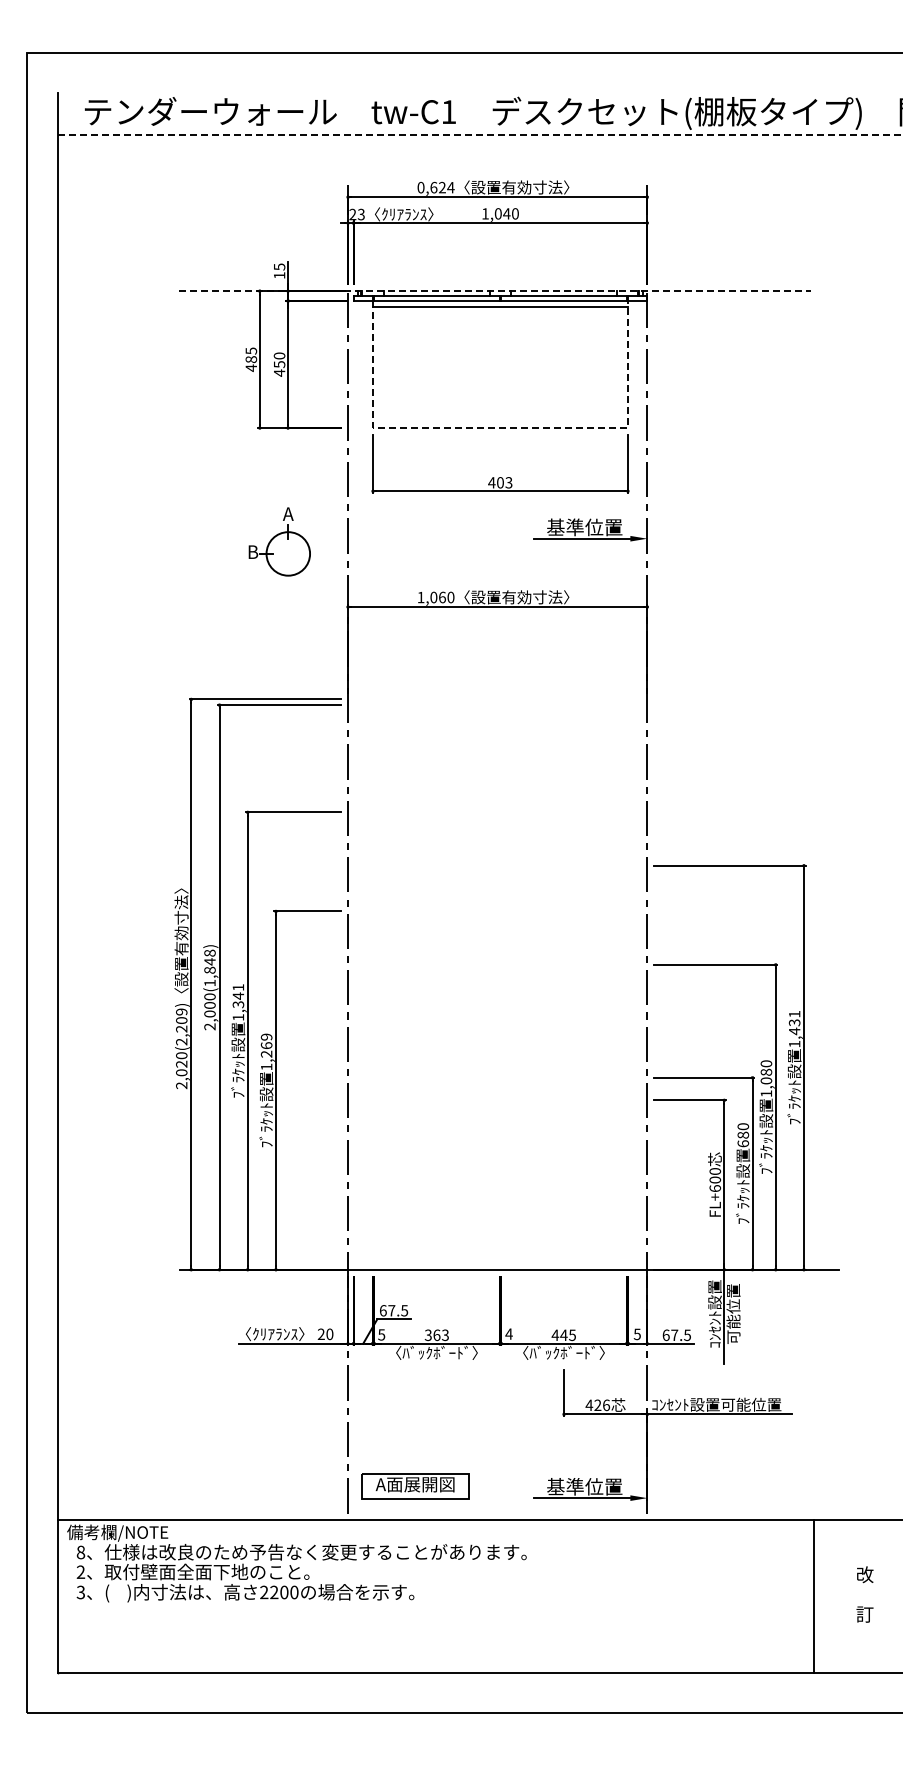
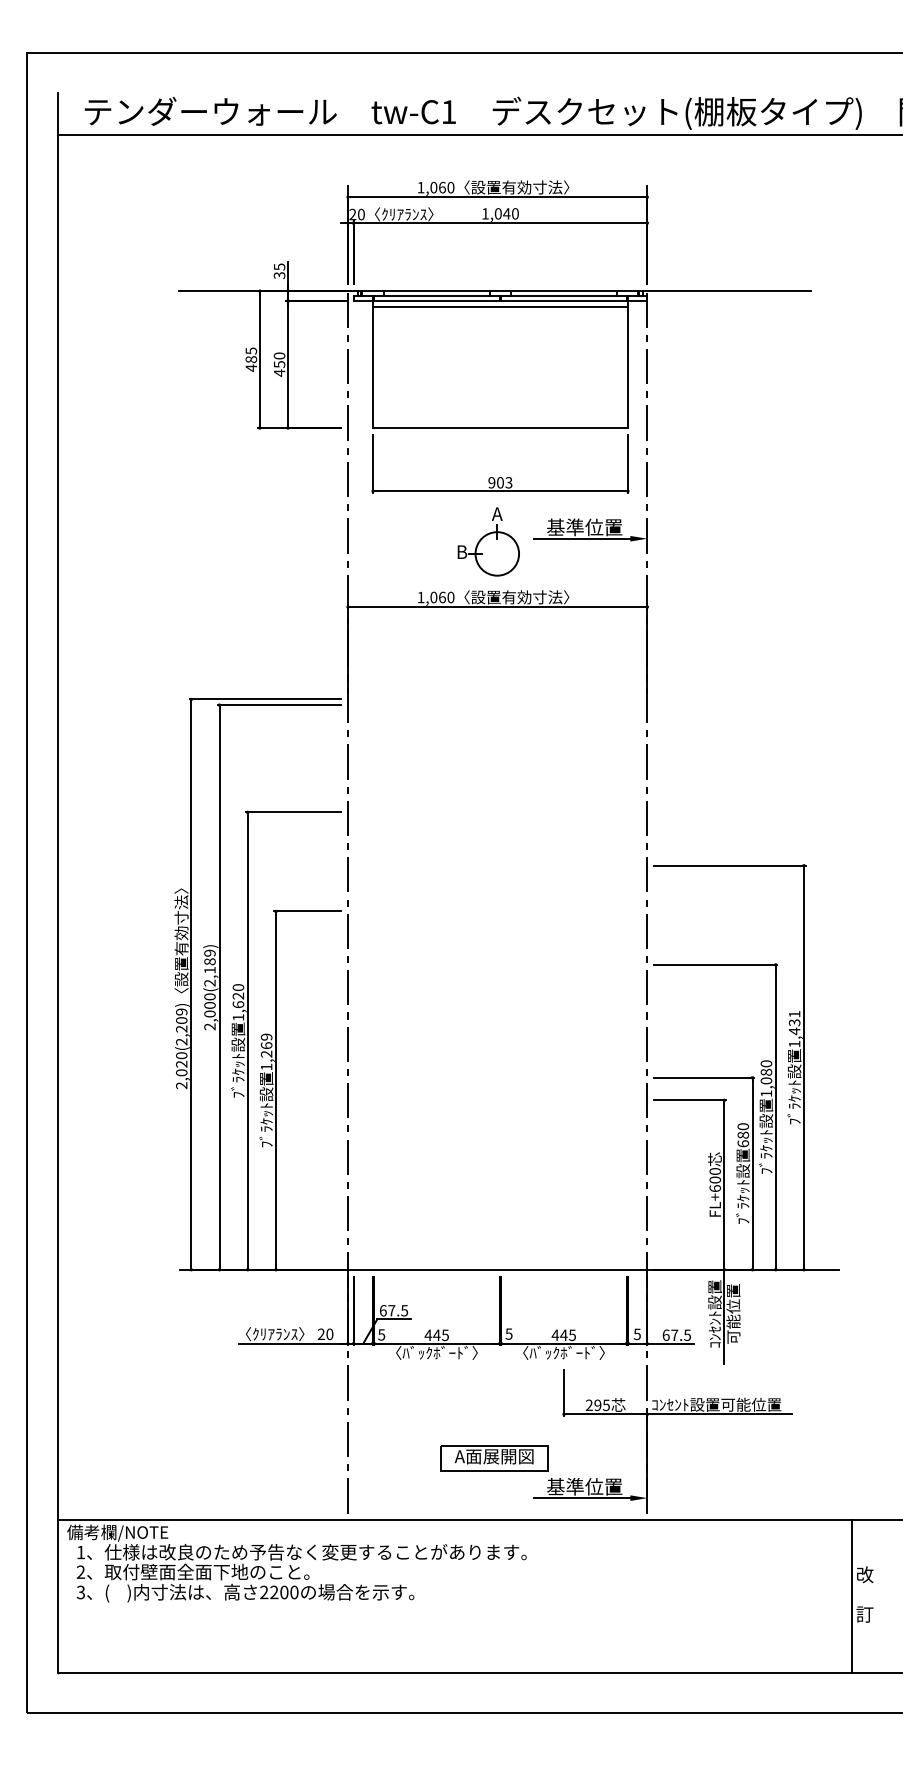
line at (480, 135): dashed -> solid
text at (435, 187): 0,624 -> 1,060
text at (360, 214): 23 -> 20
text at (279, 275): 15 -> 35
line at (495, 291): dashed -> solid
line at (500, 428): dashed -> solid
text at (491, 482): 403 -> 903
part at (279, 541) position: (279, 541) -> (488, 541)
text at (209, 967): 2,000(1,848) -> 2,000(2,189)
text at (238, 996): 1,341 -> 1,620
text at (508, 1333): 4 -> 5
text at (436, 1335): 363 -> 445
text at (597, 1405): 426 -> 295
part at (415, 1486) position: (415, 1486) -> (494, 1458)
text at (80, 1552): 8 -> 1
line at (814, 1596) position: (814, 1596) -> (852, 1596)
